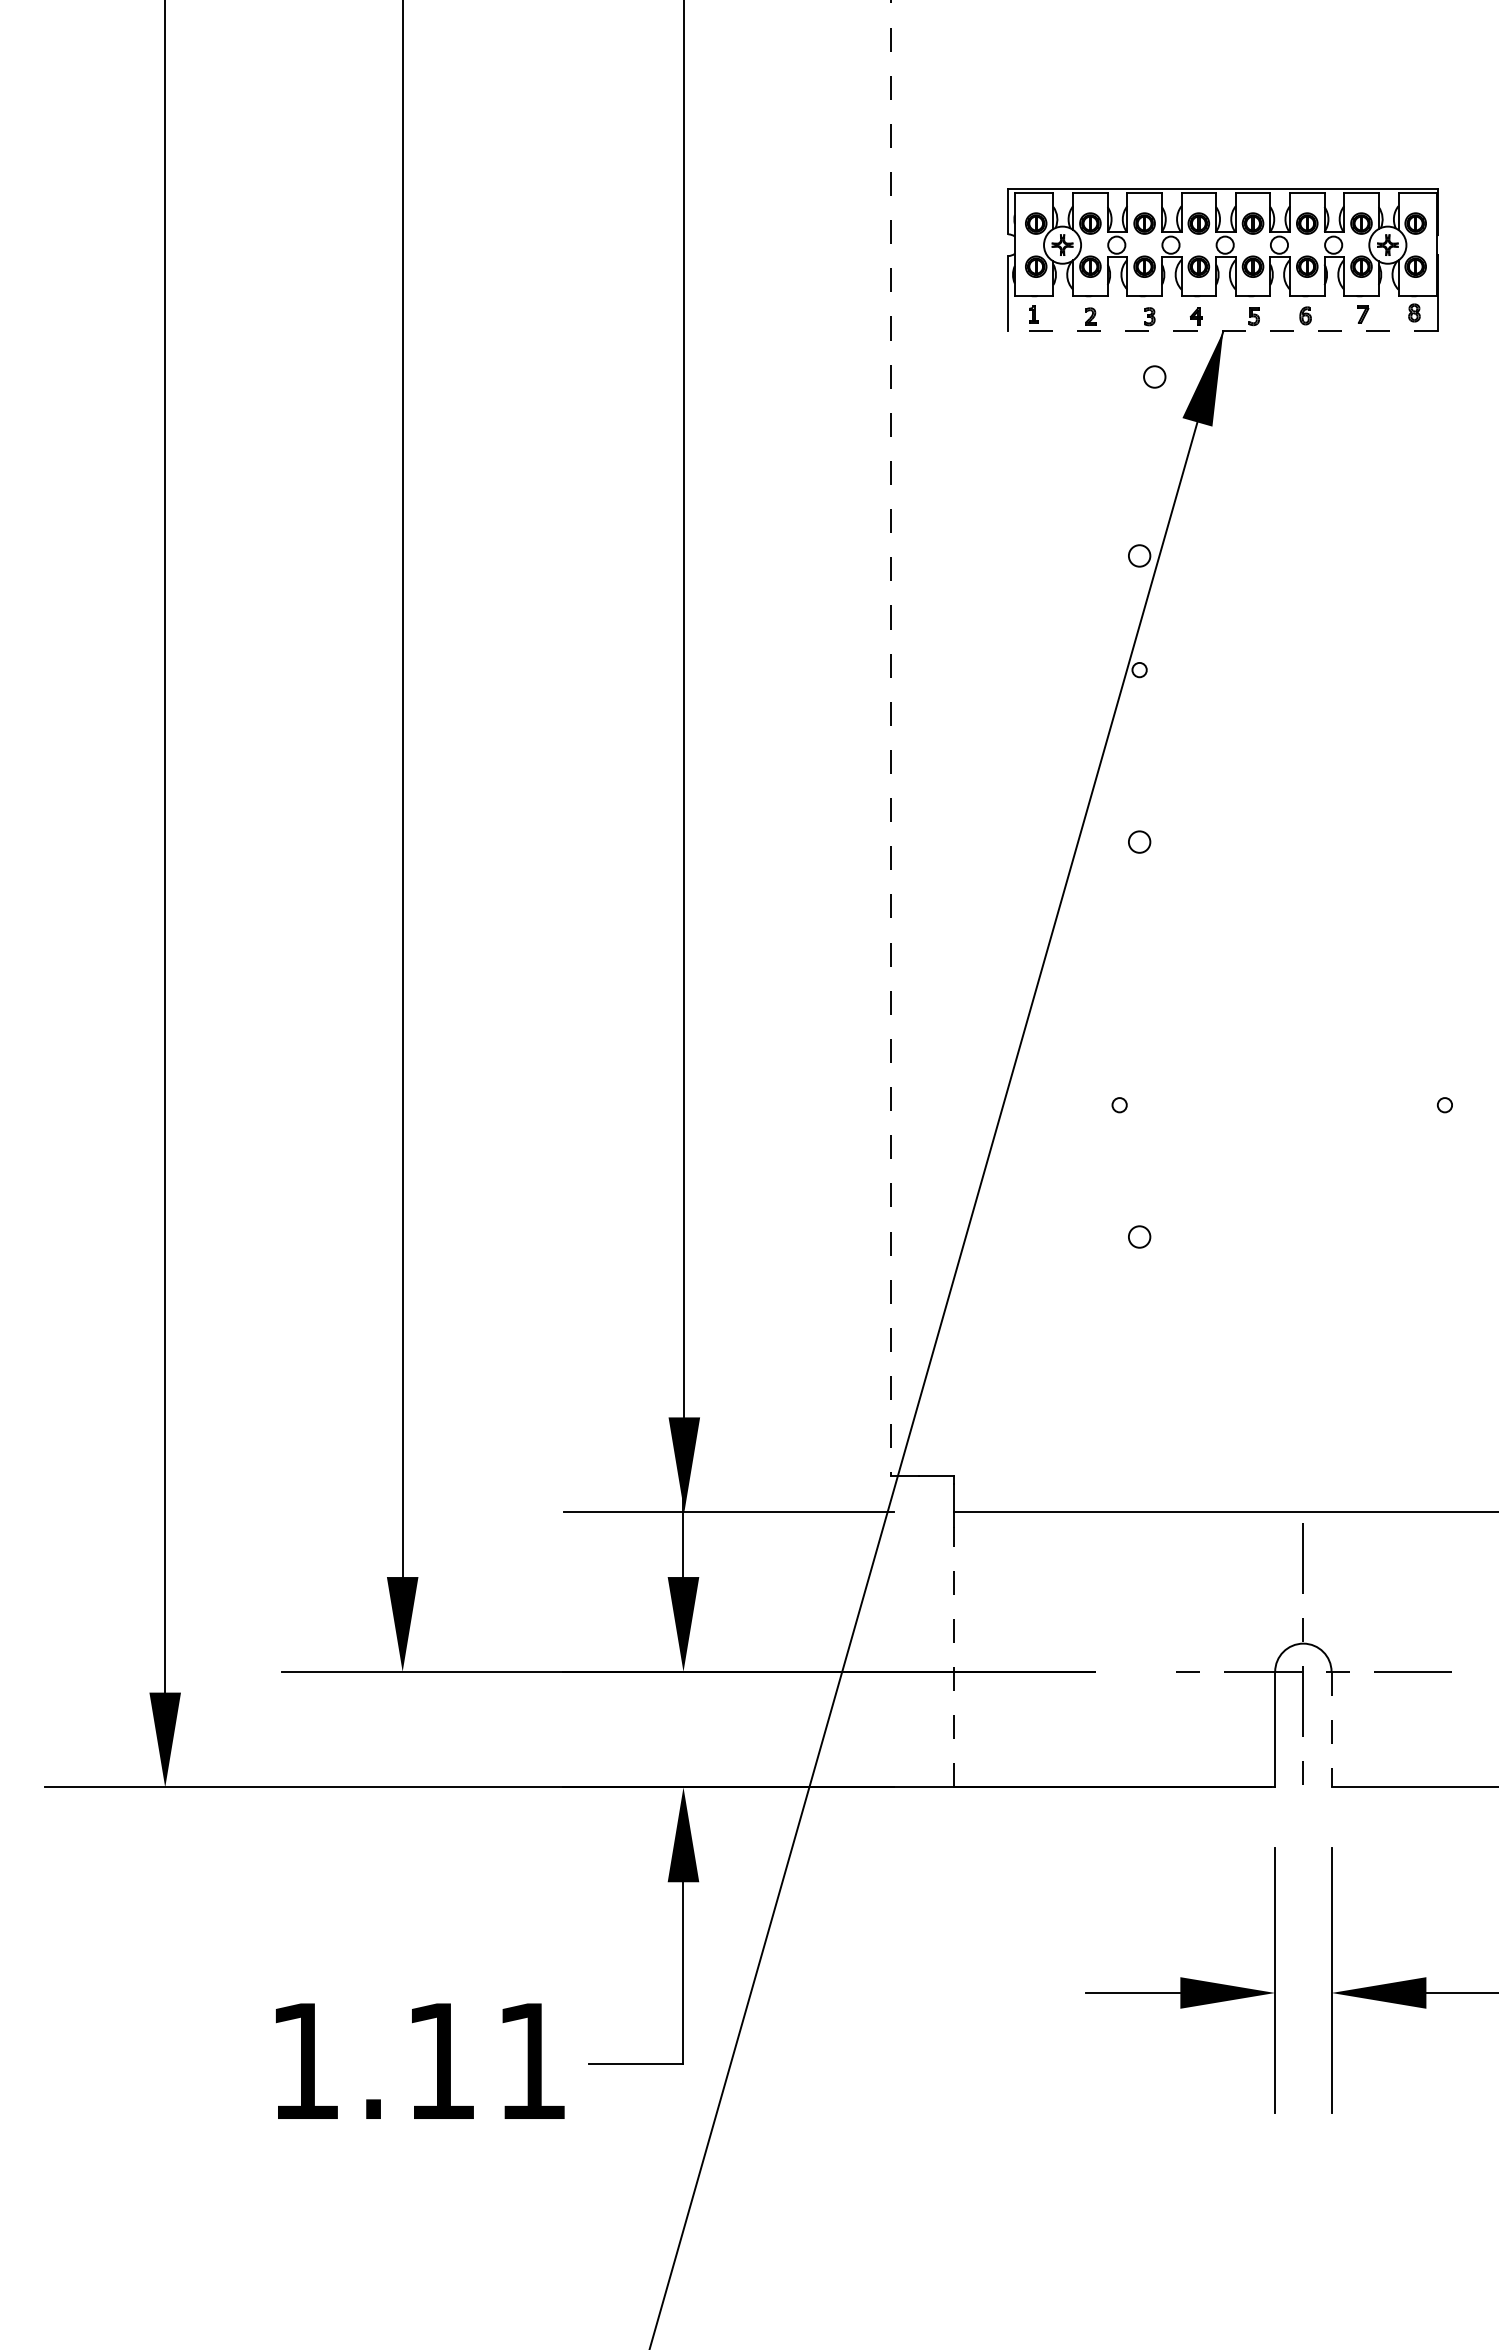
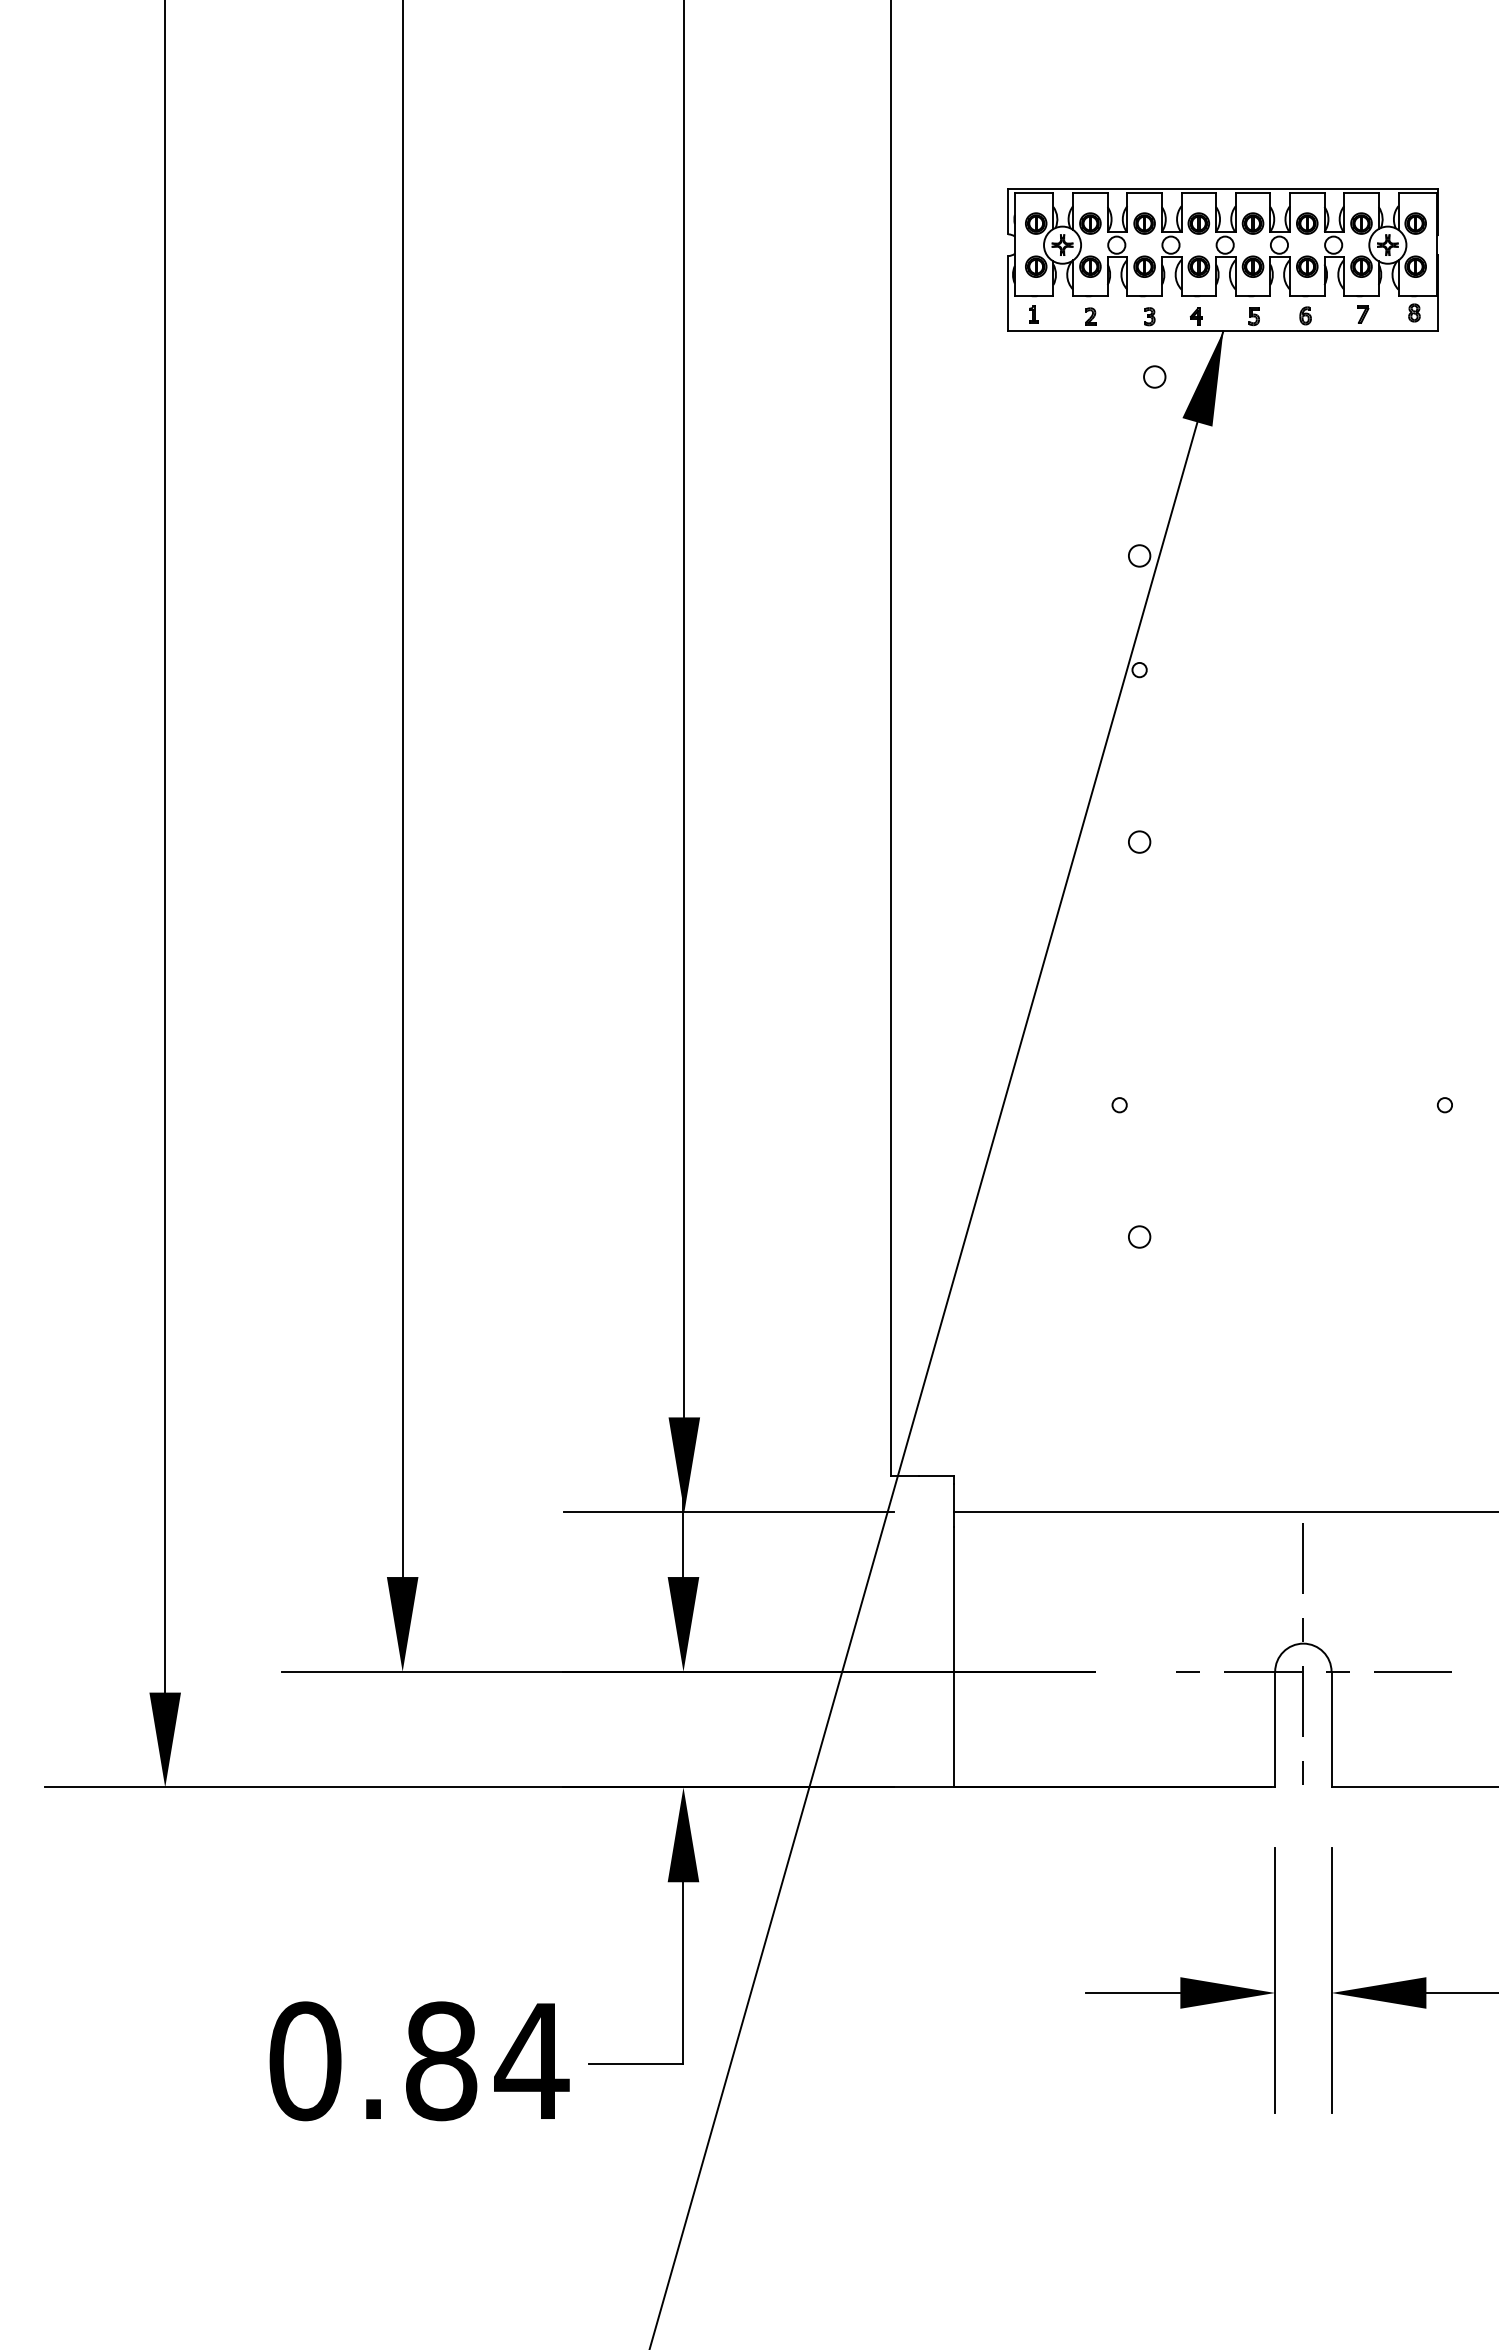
line at (1222, 331): dashed -> solid
line at (890, 738): dashed -> solid
line at (953, 1656): dashed -> solid
line at (1331, 1729): dashed -> solid
text at (419, 2061): 1.11 -> 0.84
